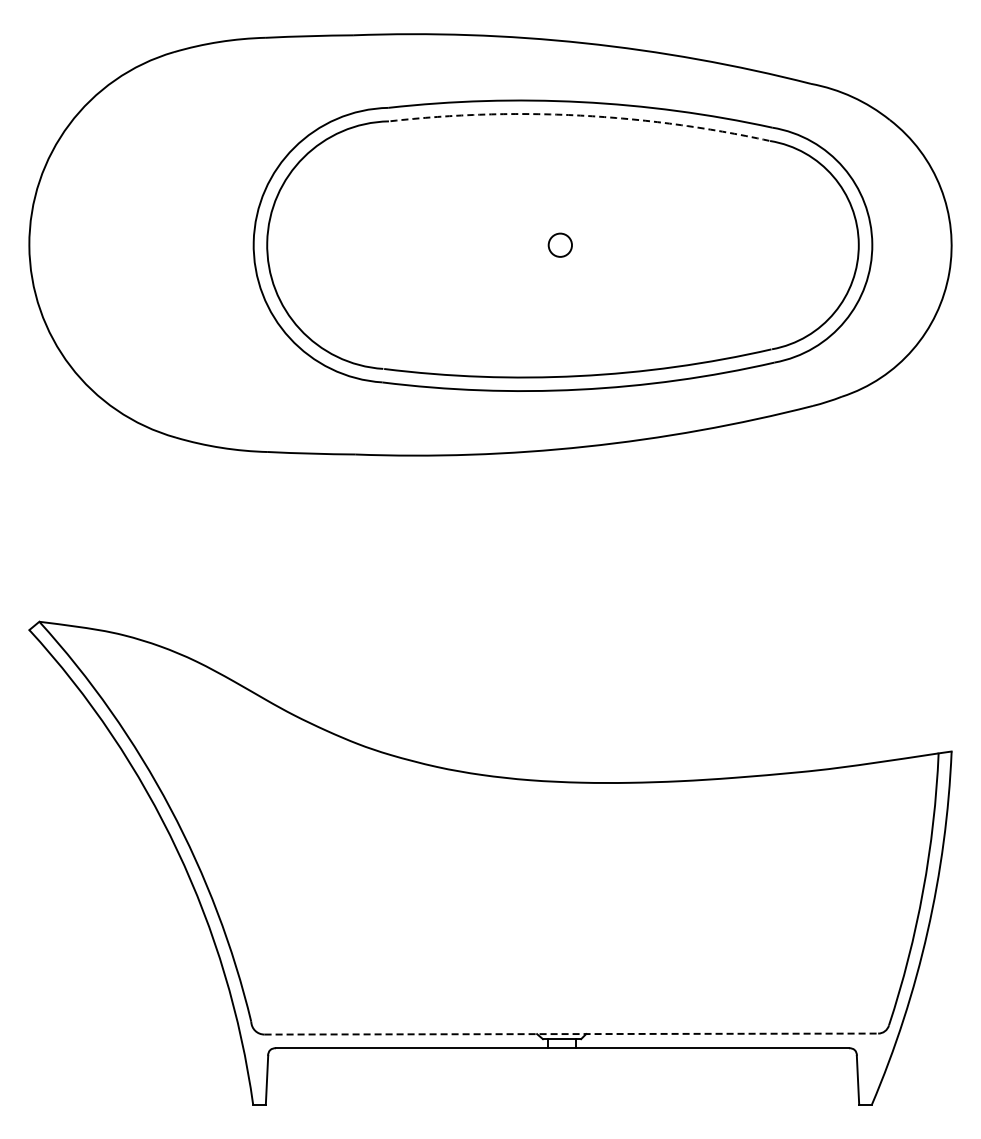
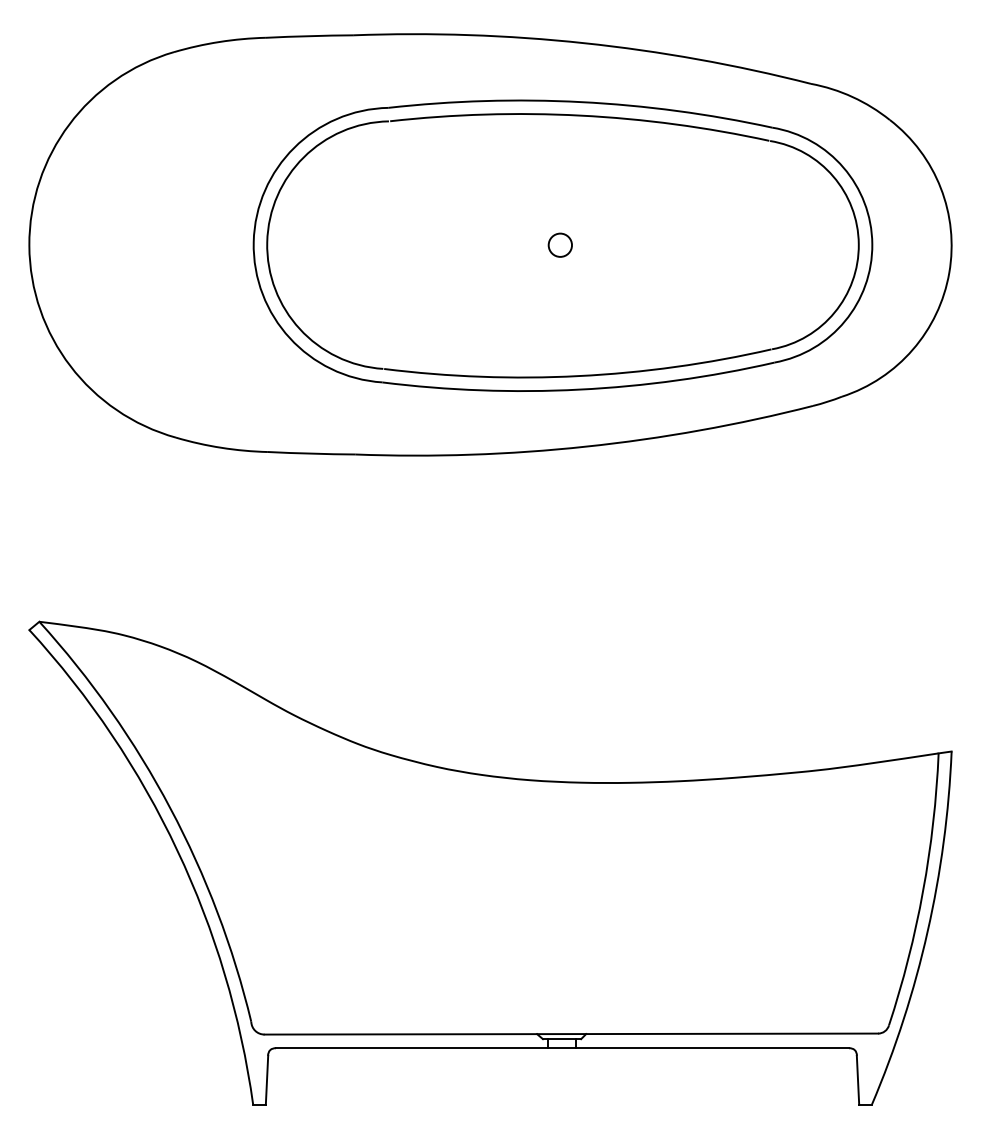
arc at (580, 115): dashed -> solid
line at (571, 1034): dashed -> solid
